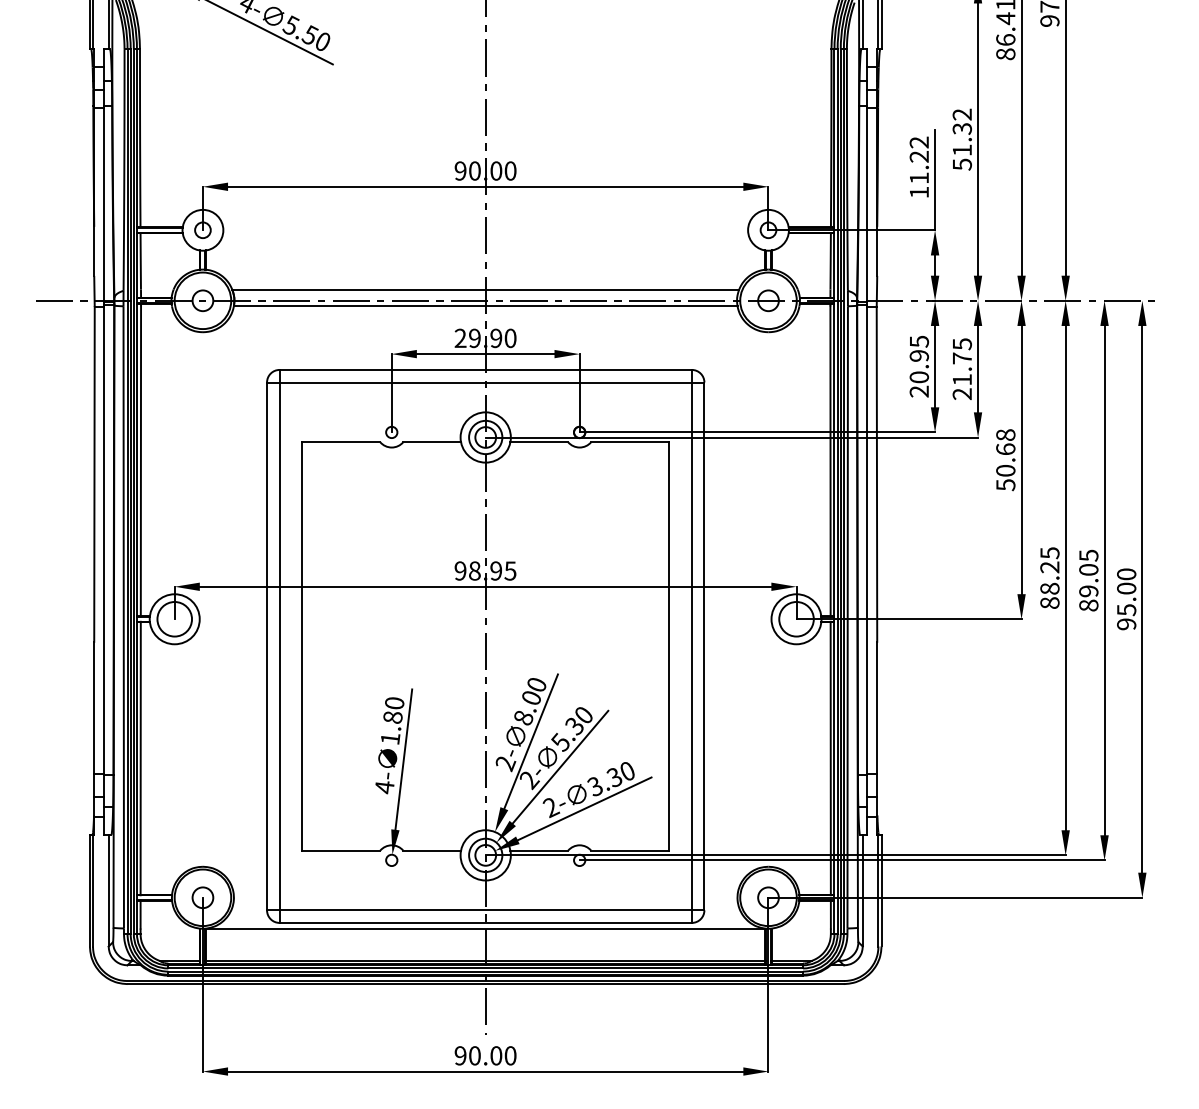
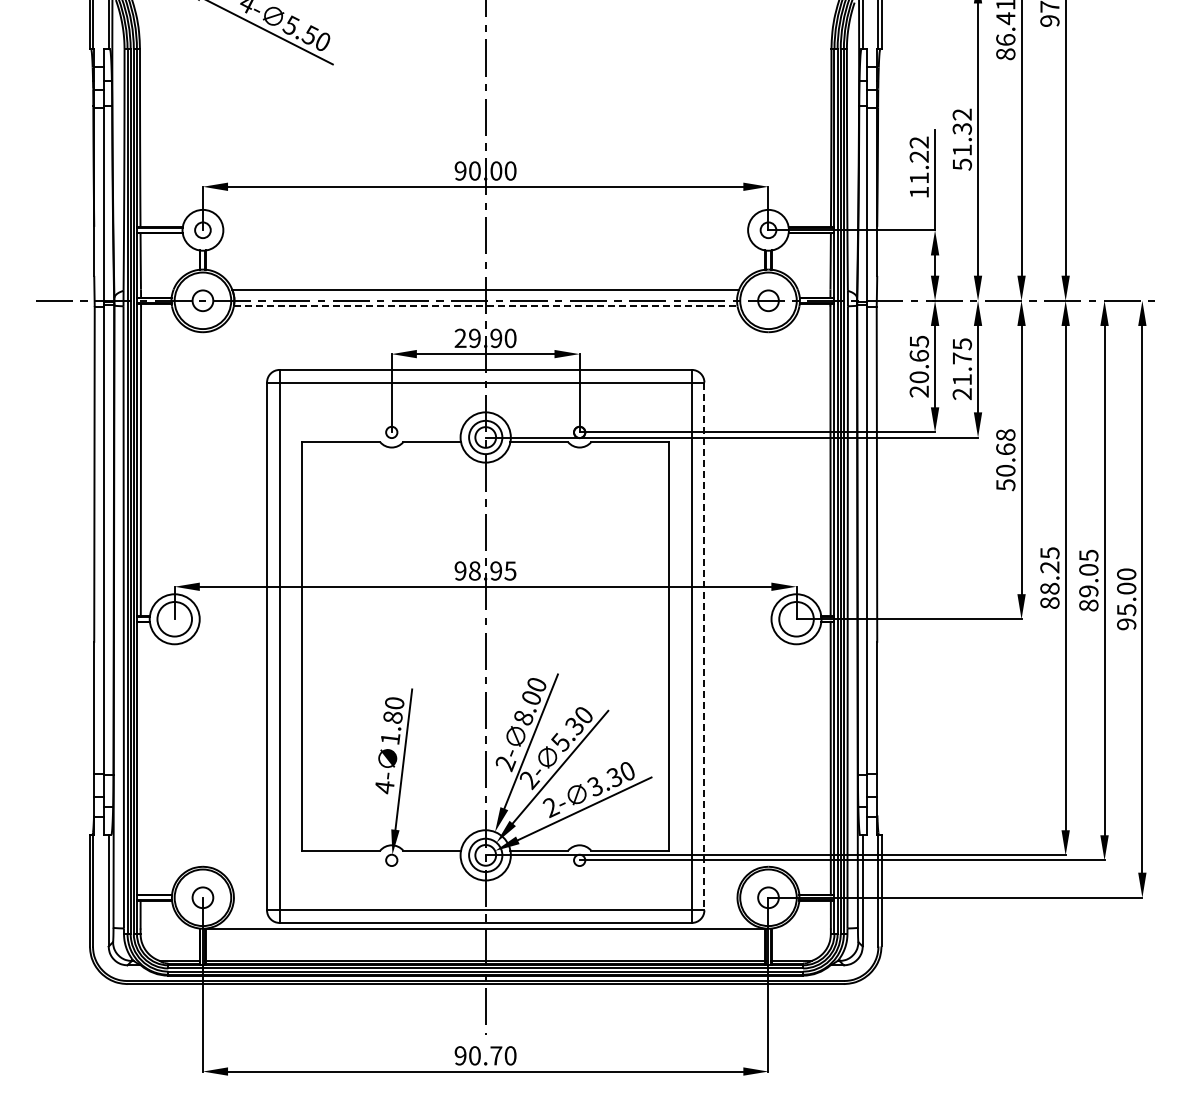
line at (485, 306): solid -> dashed
text at (919, 355): 20.95 -> 20.65
line at (704, 646): solid -> dashed
line at (140, 758): present -> none
text at (496, 1055): 90.00 -> 90.70
